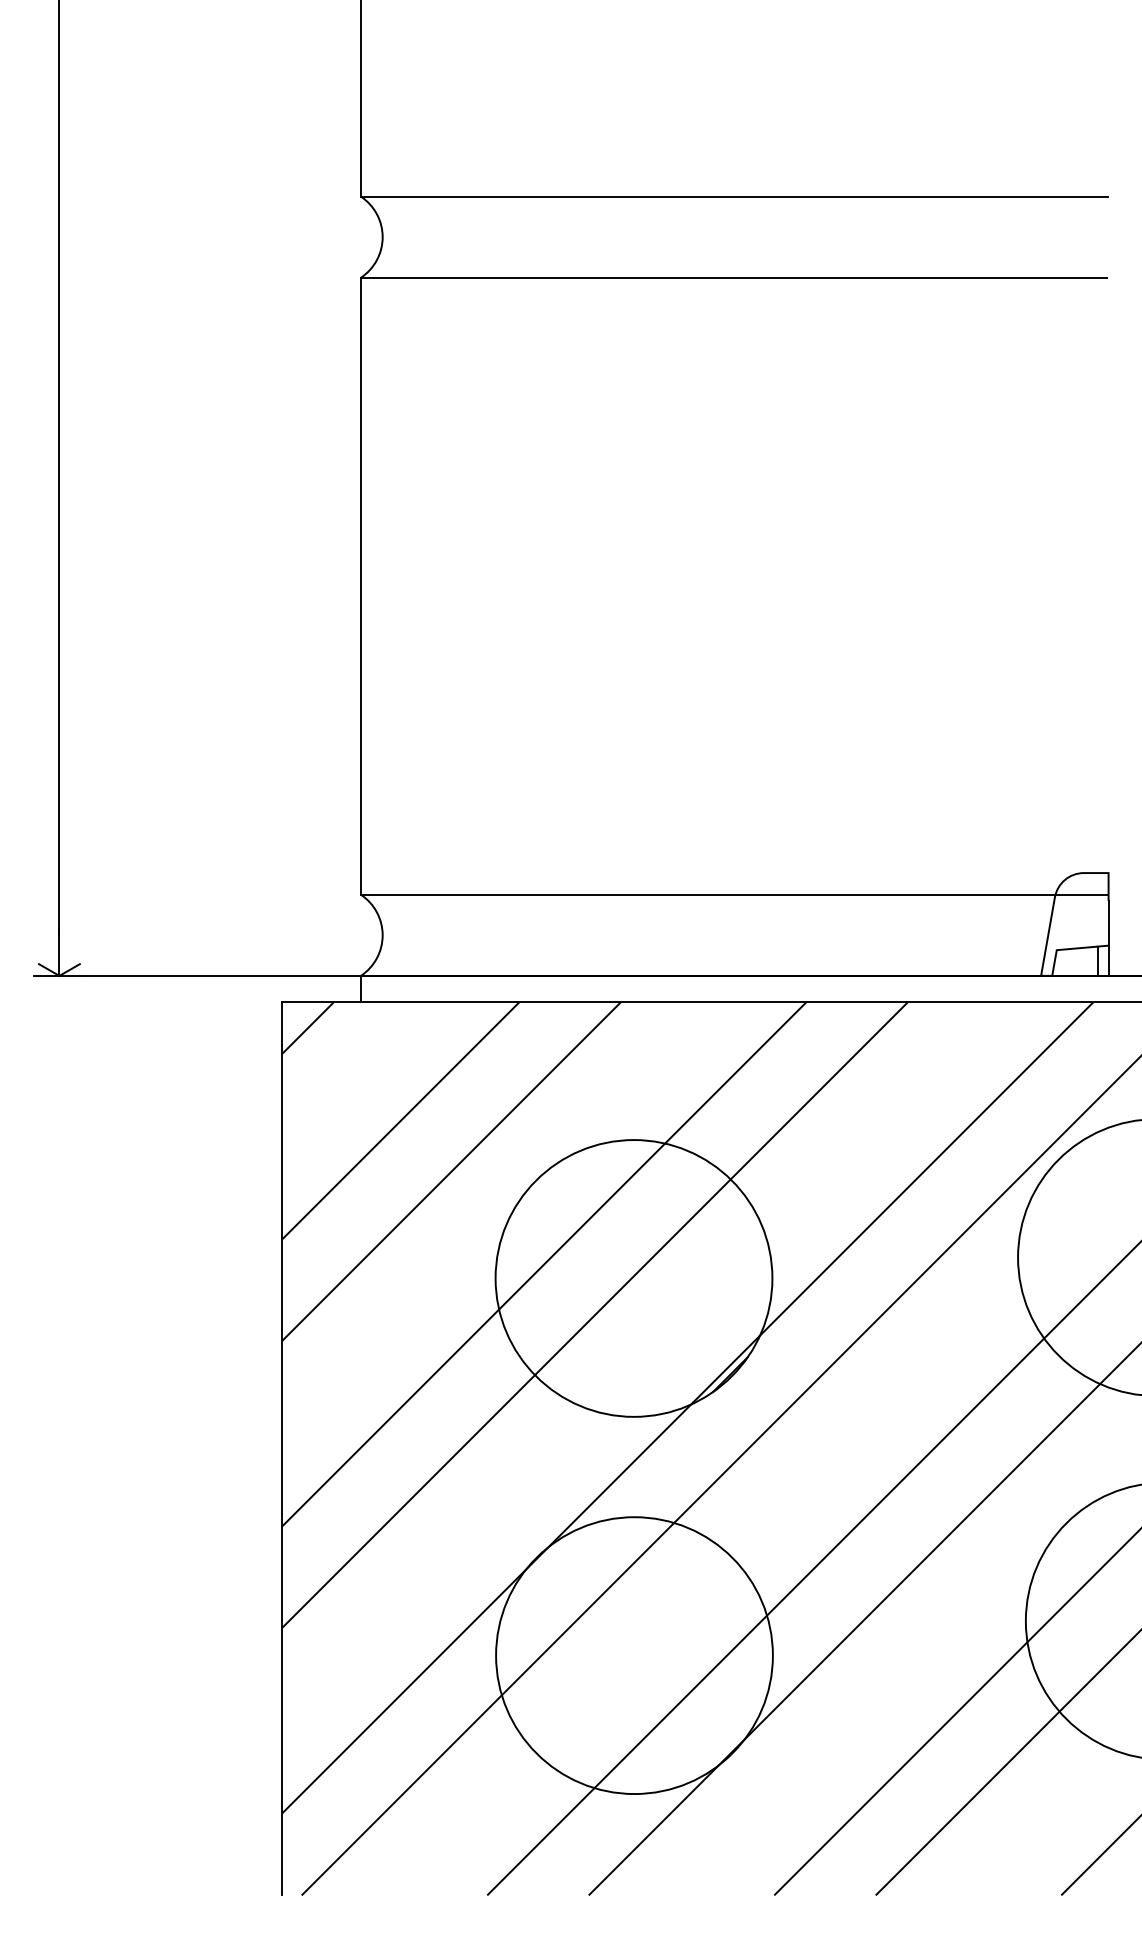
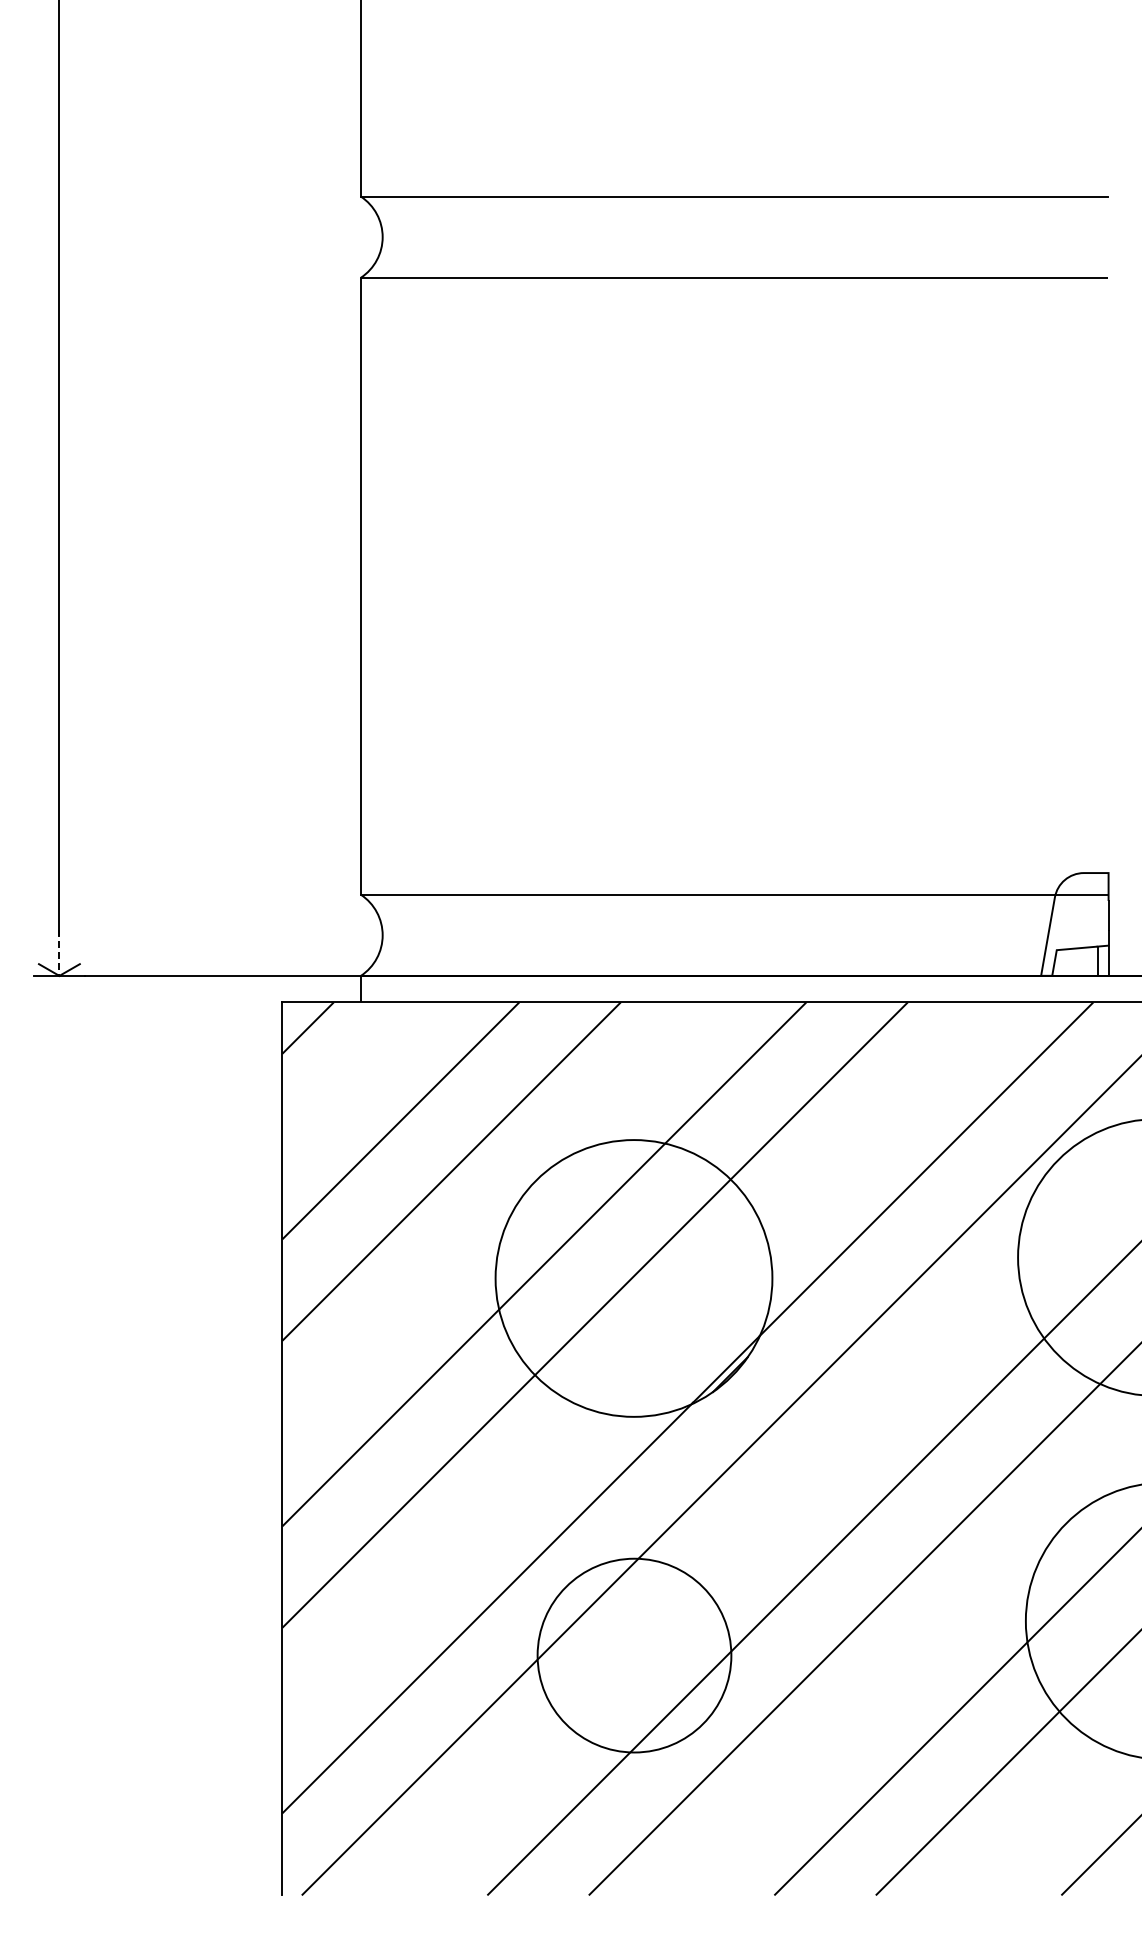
line at (59, 952): solid -> dashed
circle at (634, 1655) diameter: 277 px -> 194 px
